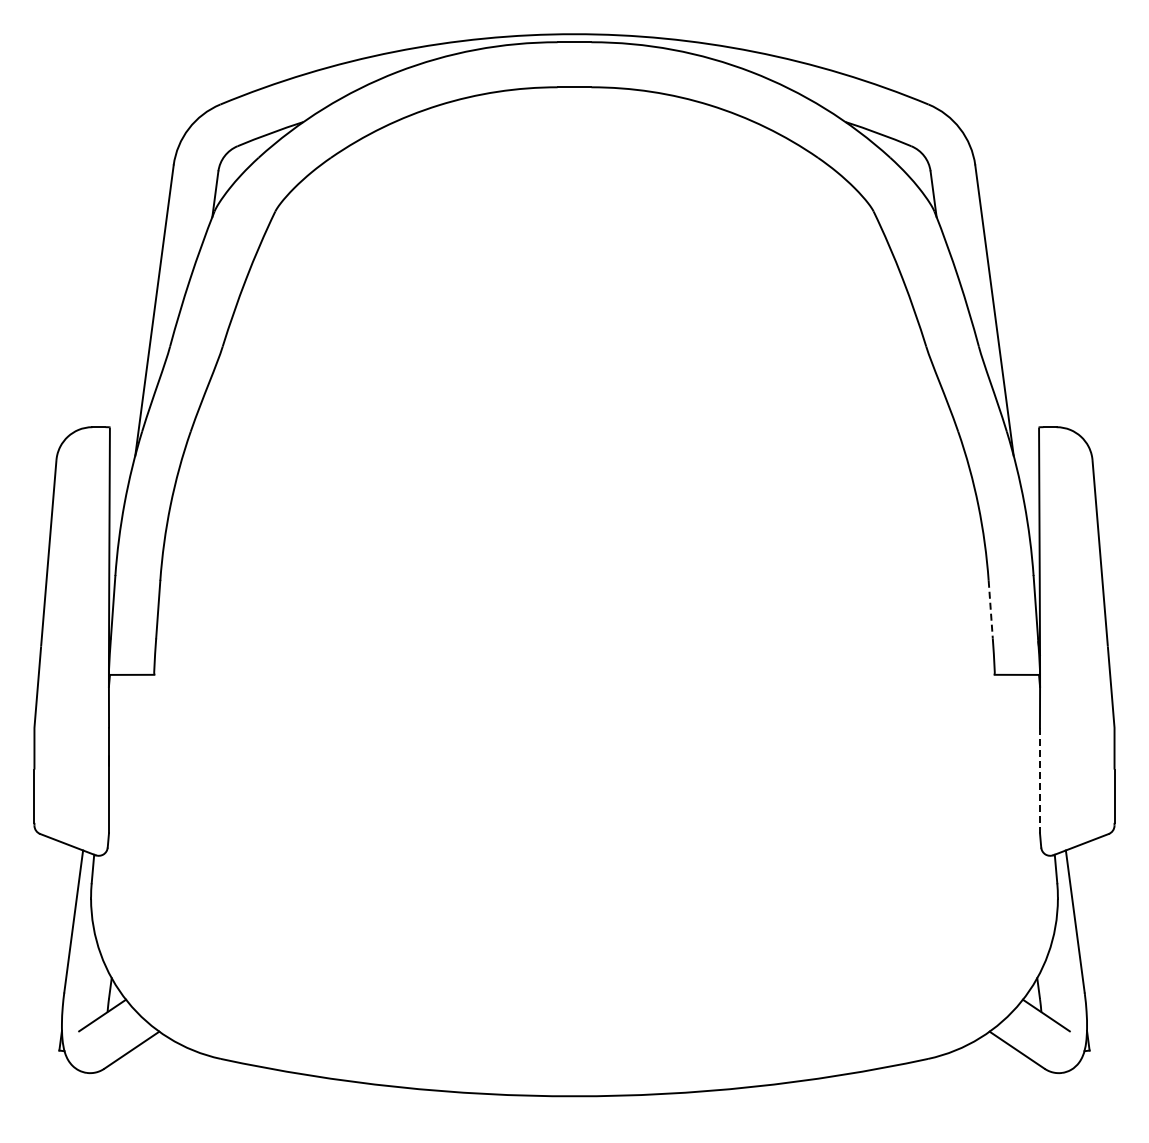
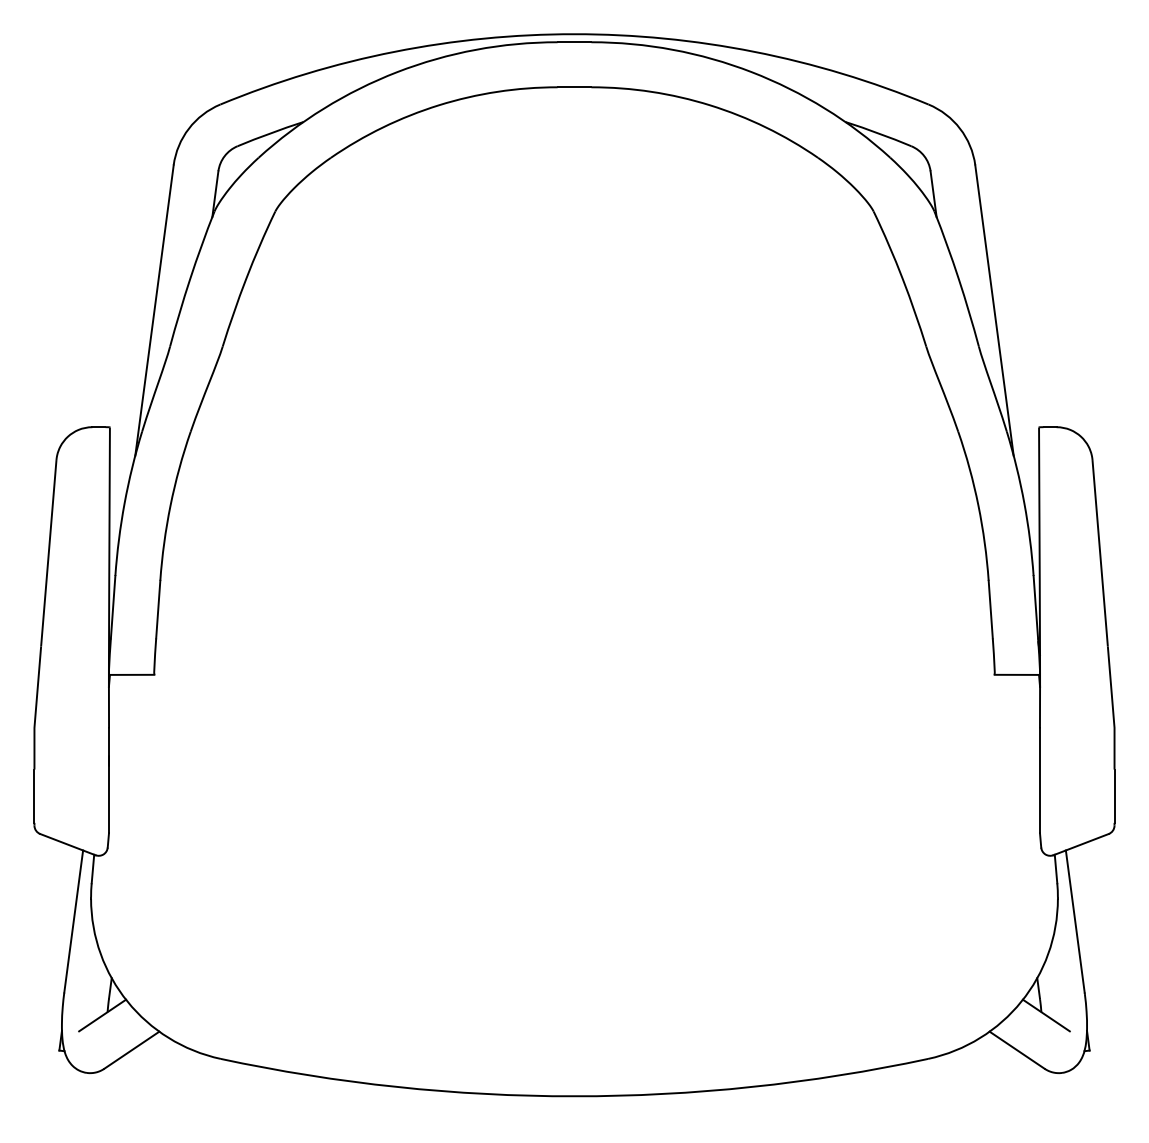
line at (990, 609): dashed -> solid
line at (1039, 780): dashed -> solid
